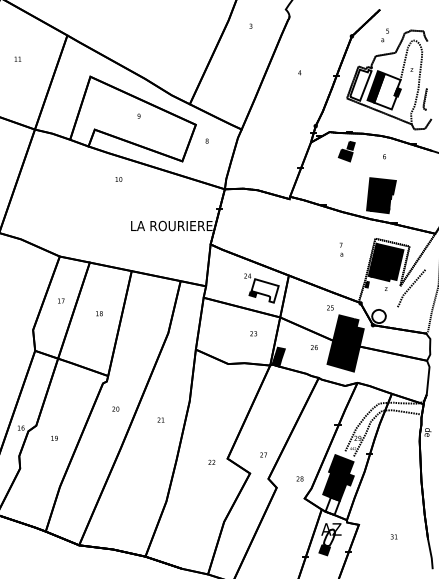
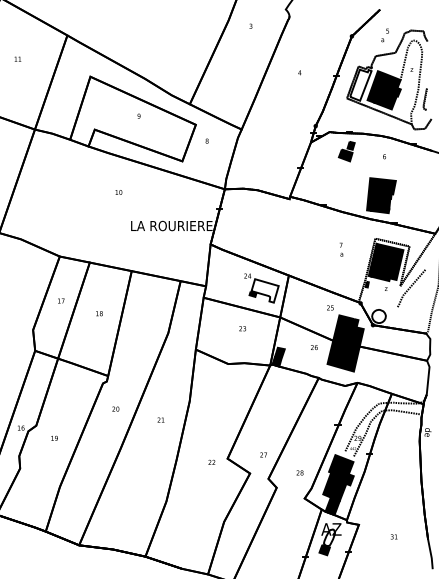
fill at (387, 91): none -> present
text at (118, 179) position: (118, 179) -> (118, 192)
text at (253, 333) position: (253, 333) -> (242, 328)
text at (299, 478) position: (299, 478) -> (299, 472)
fill at (332, 506): none -> present
